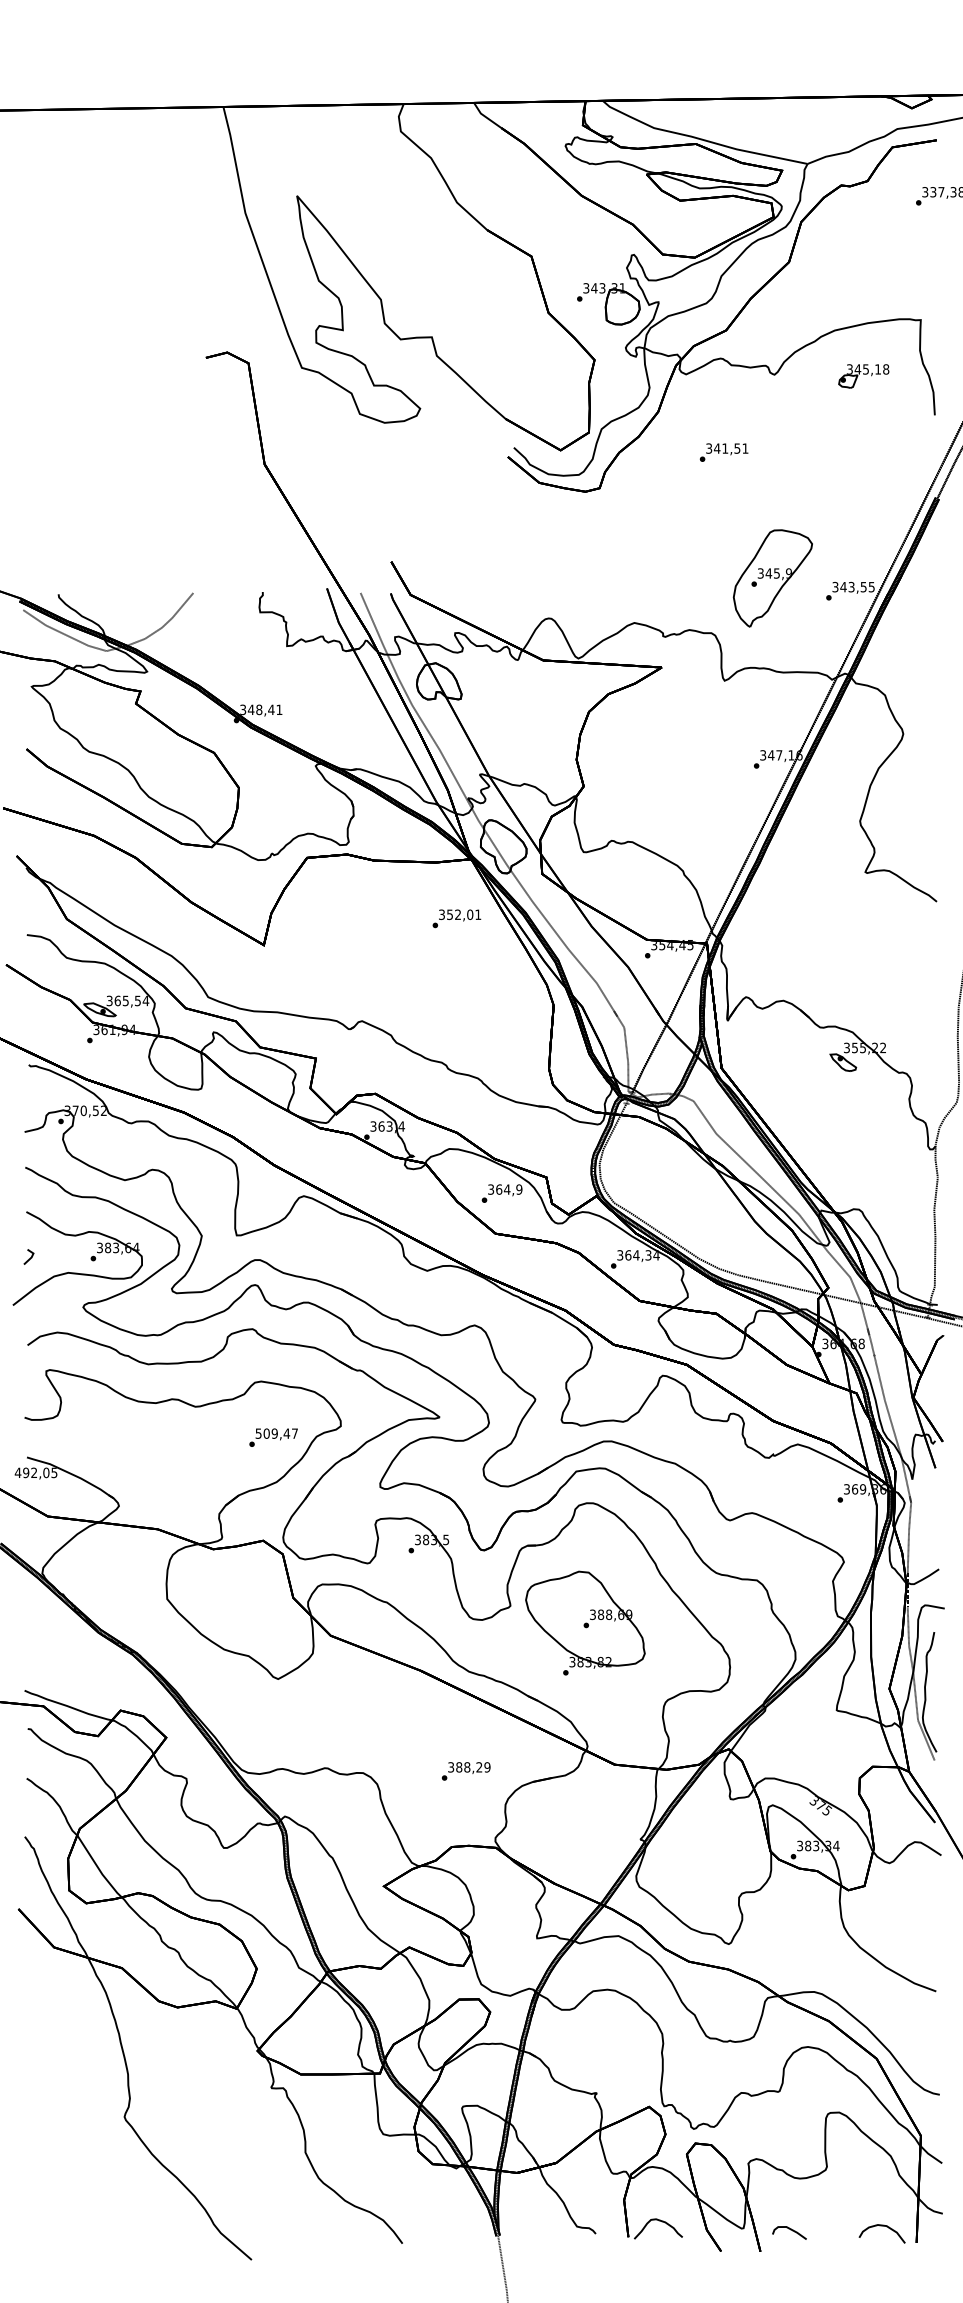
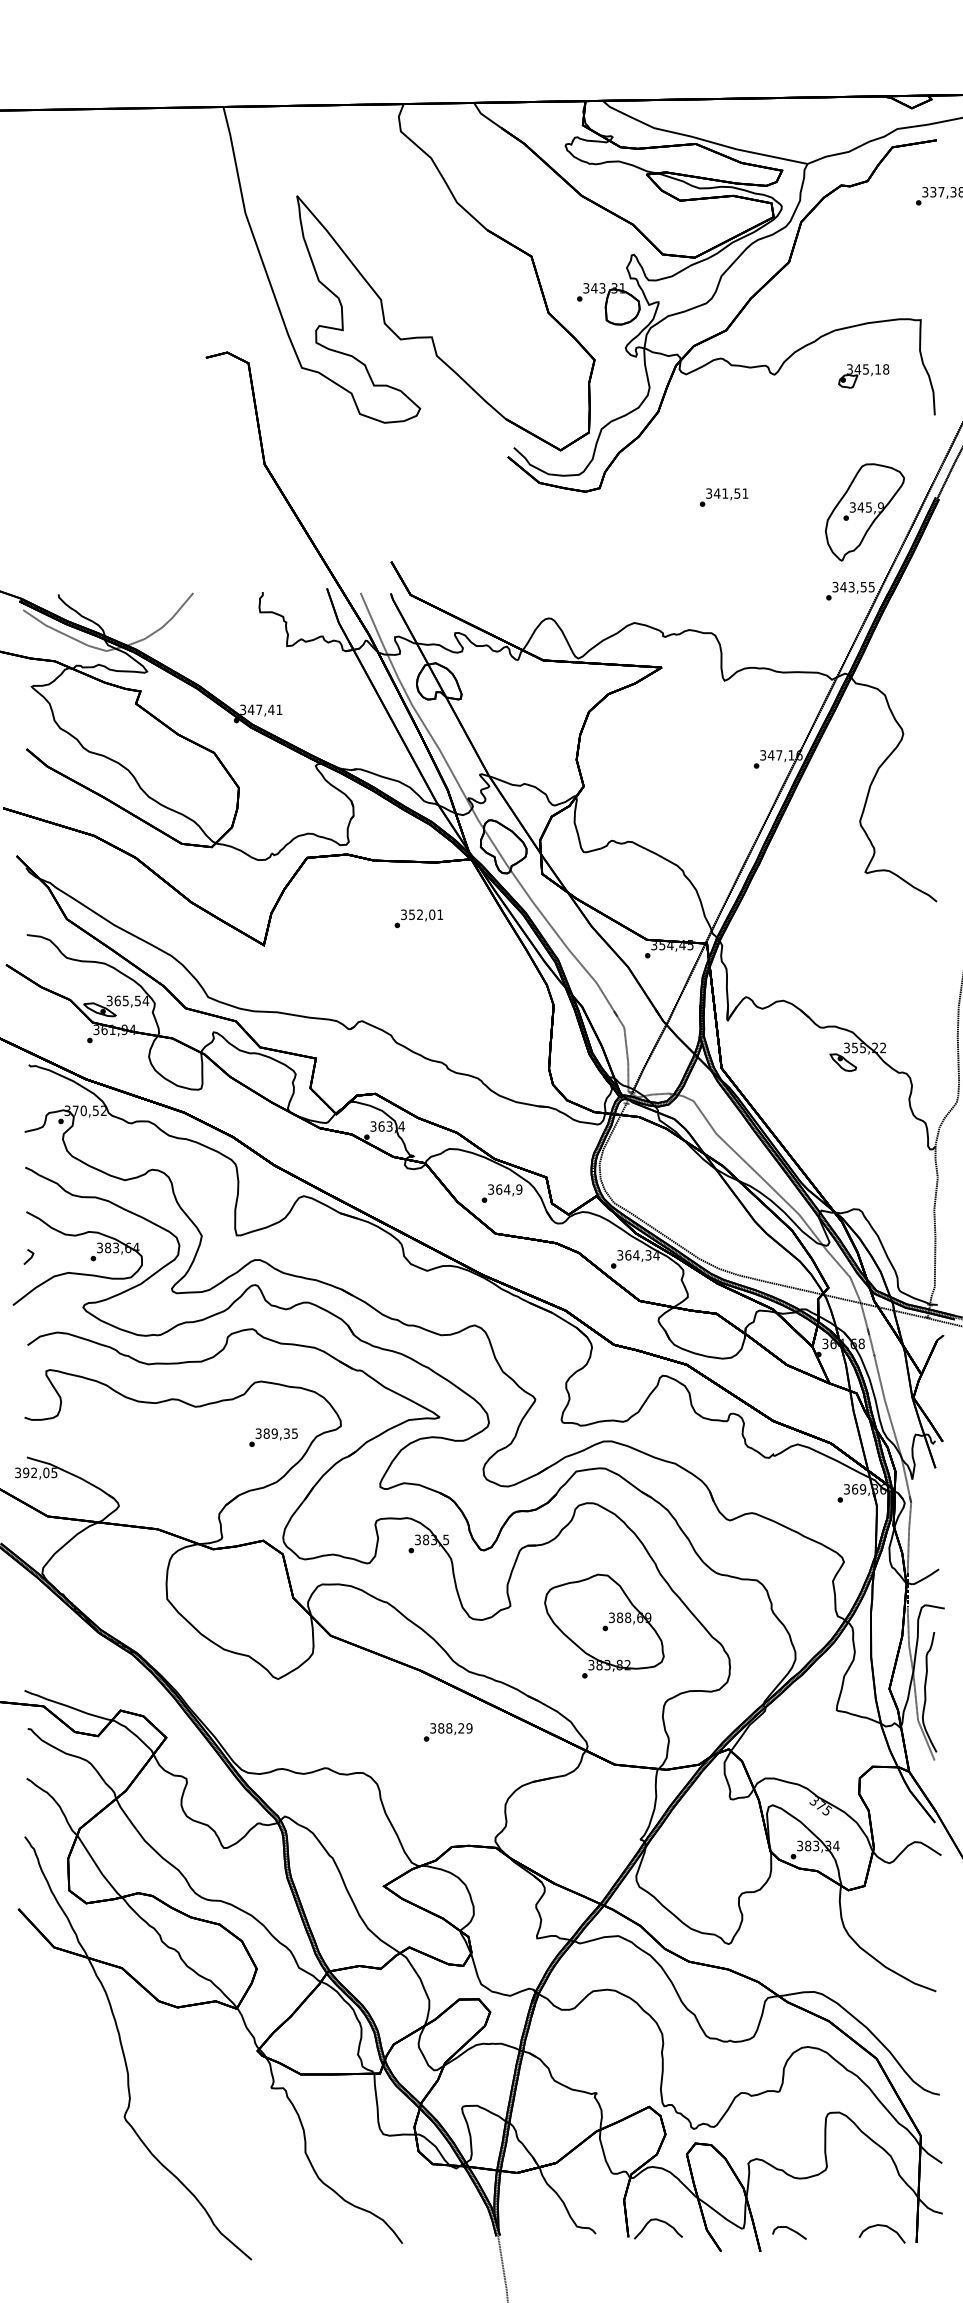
text at (723, 452) position: (723, 452) -> (723, 497)
part at (772, 578) position: (772, 578) -> (864, 512)
text at (259, 709): 348,41 -> 347,41
text at (456, 918) position: (456, 918) -> (418, 918)
text at (276, 1433): 509,47 -> 389,35
text at (17, 1472): 492,05 -> 392,05
part at (585, 1622) position: (585, 1622) -> (604, 1625)
text at (465, 1771) position: (465, 1771) -> (447, 1732)
